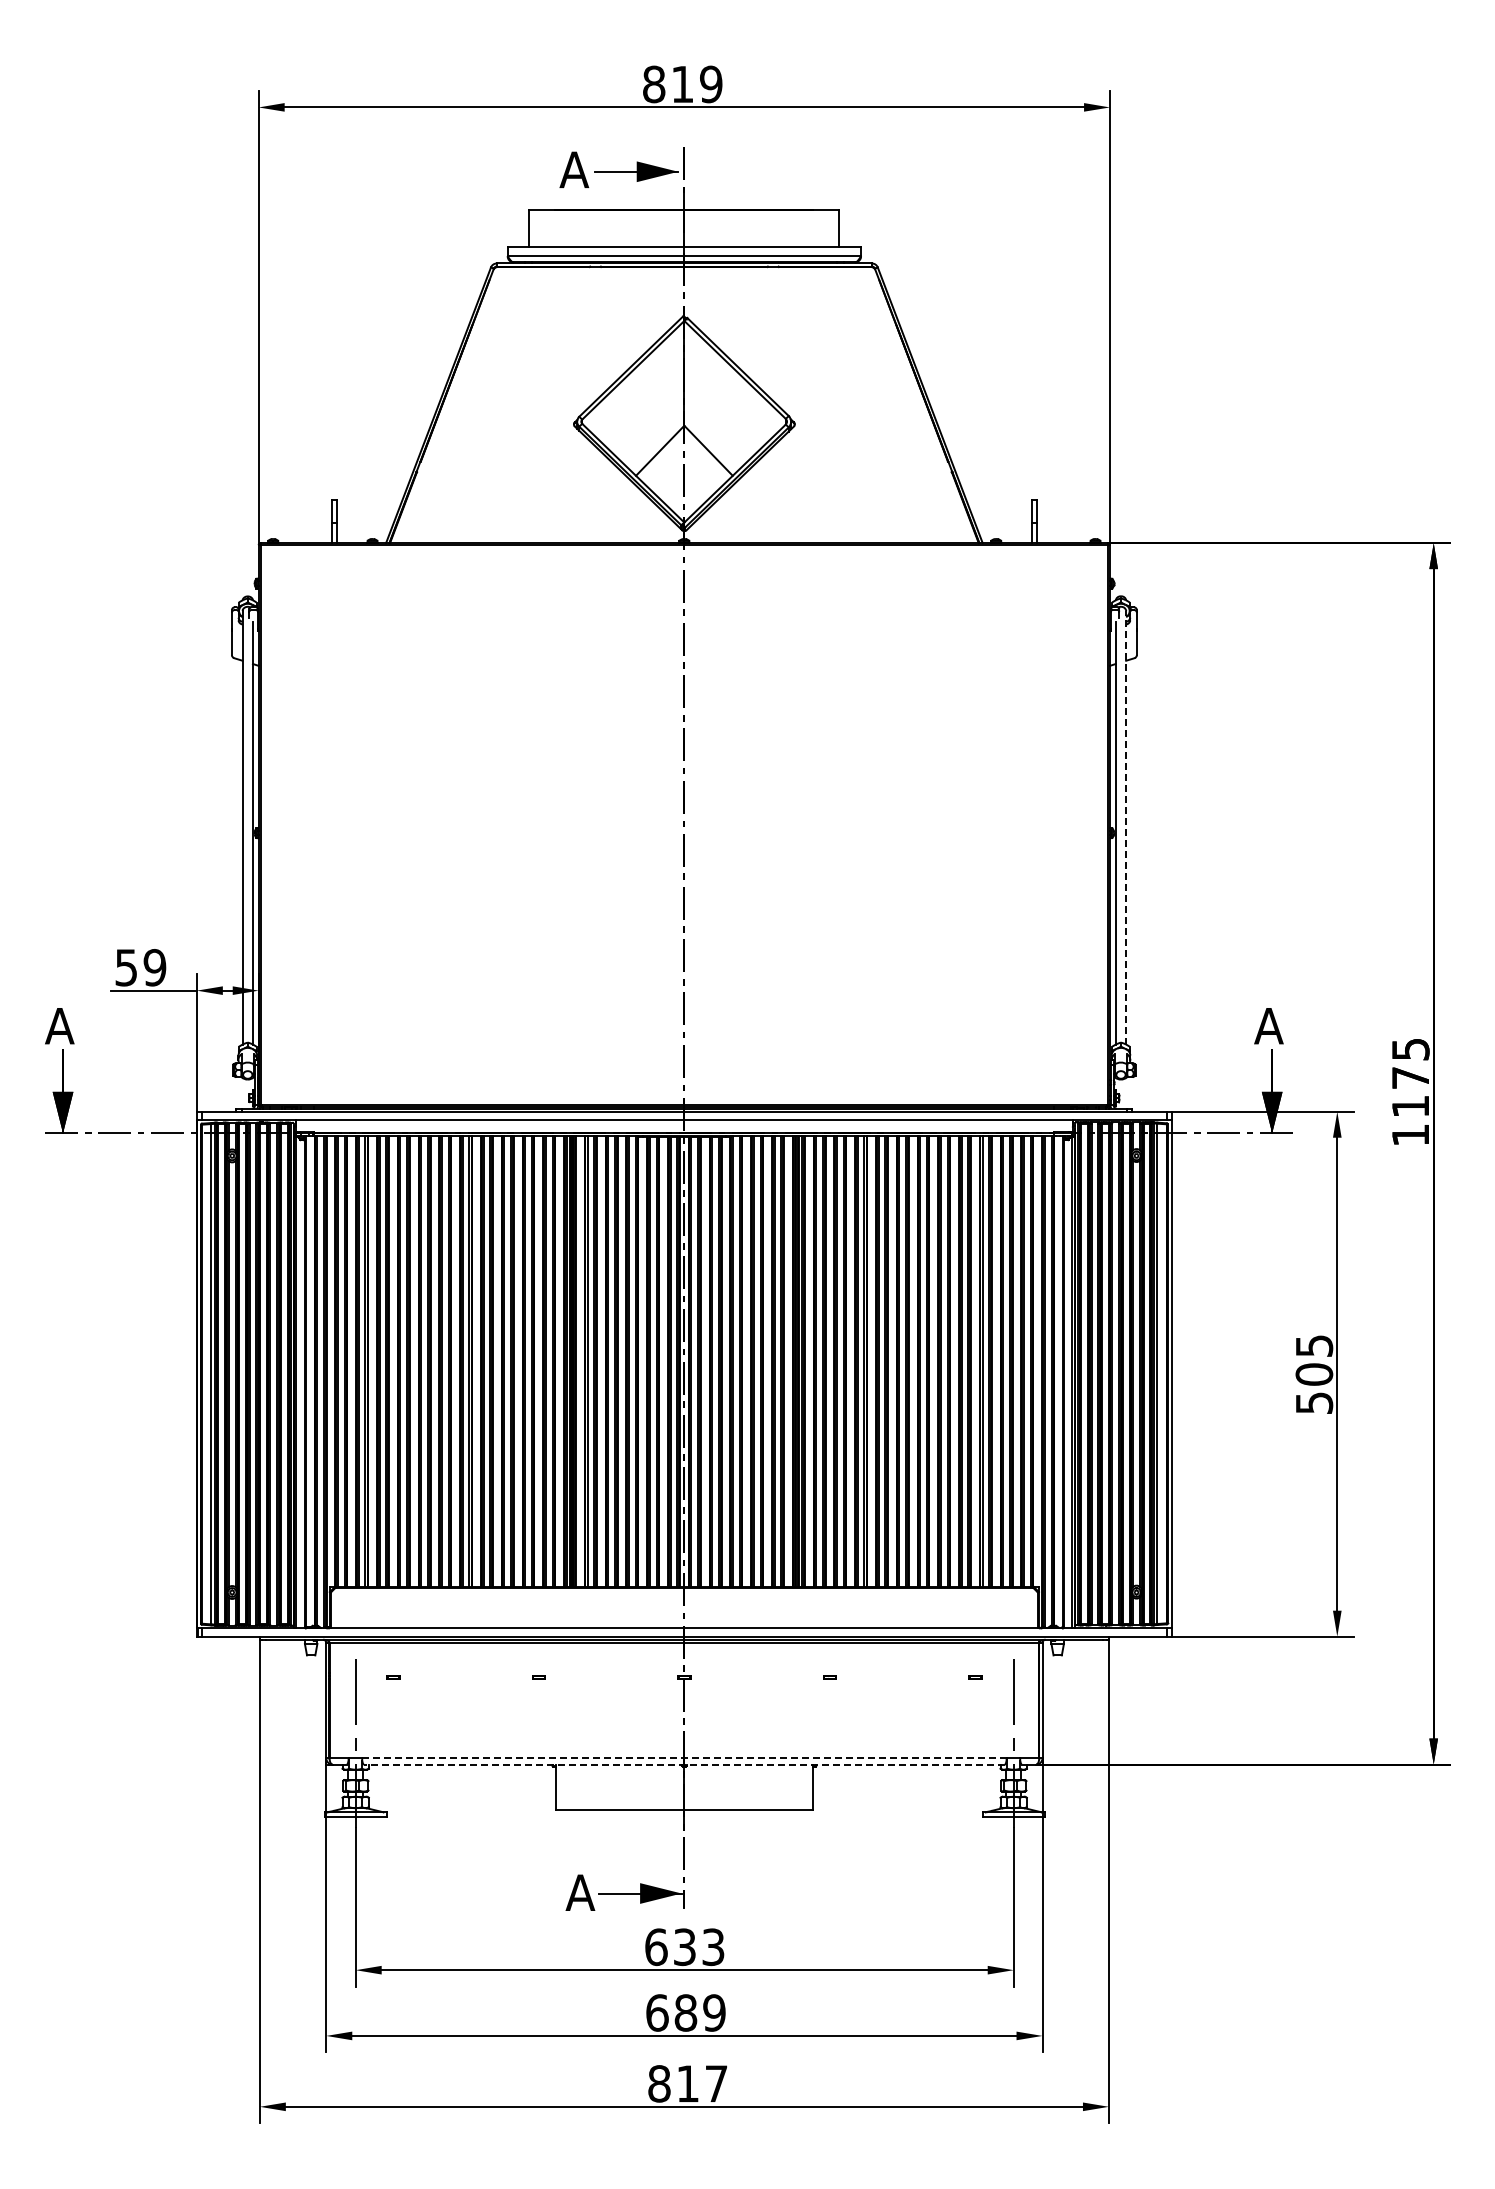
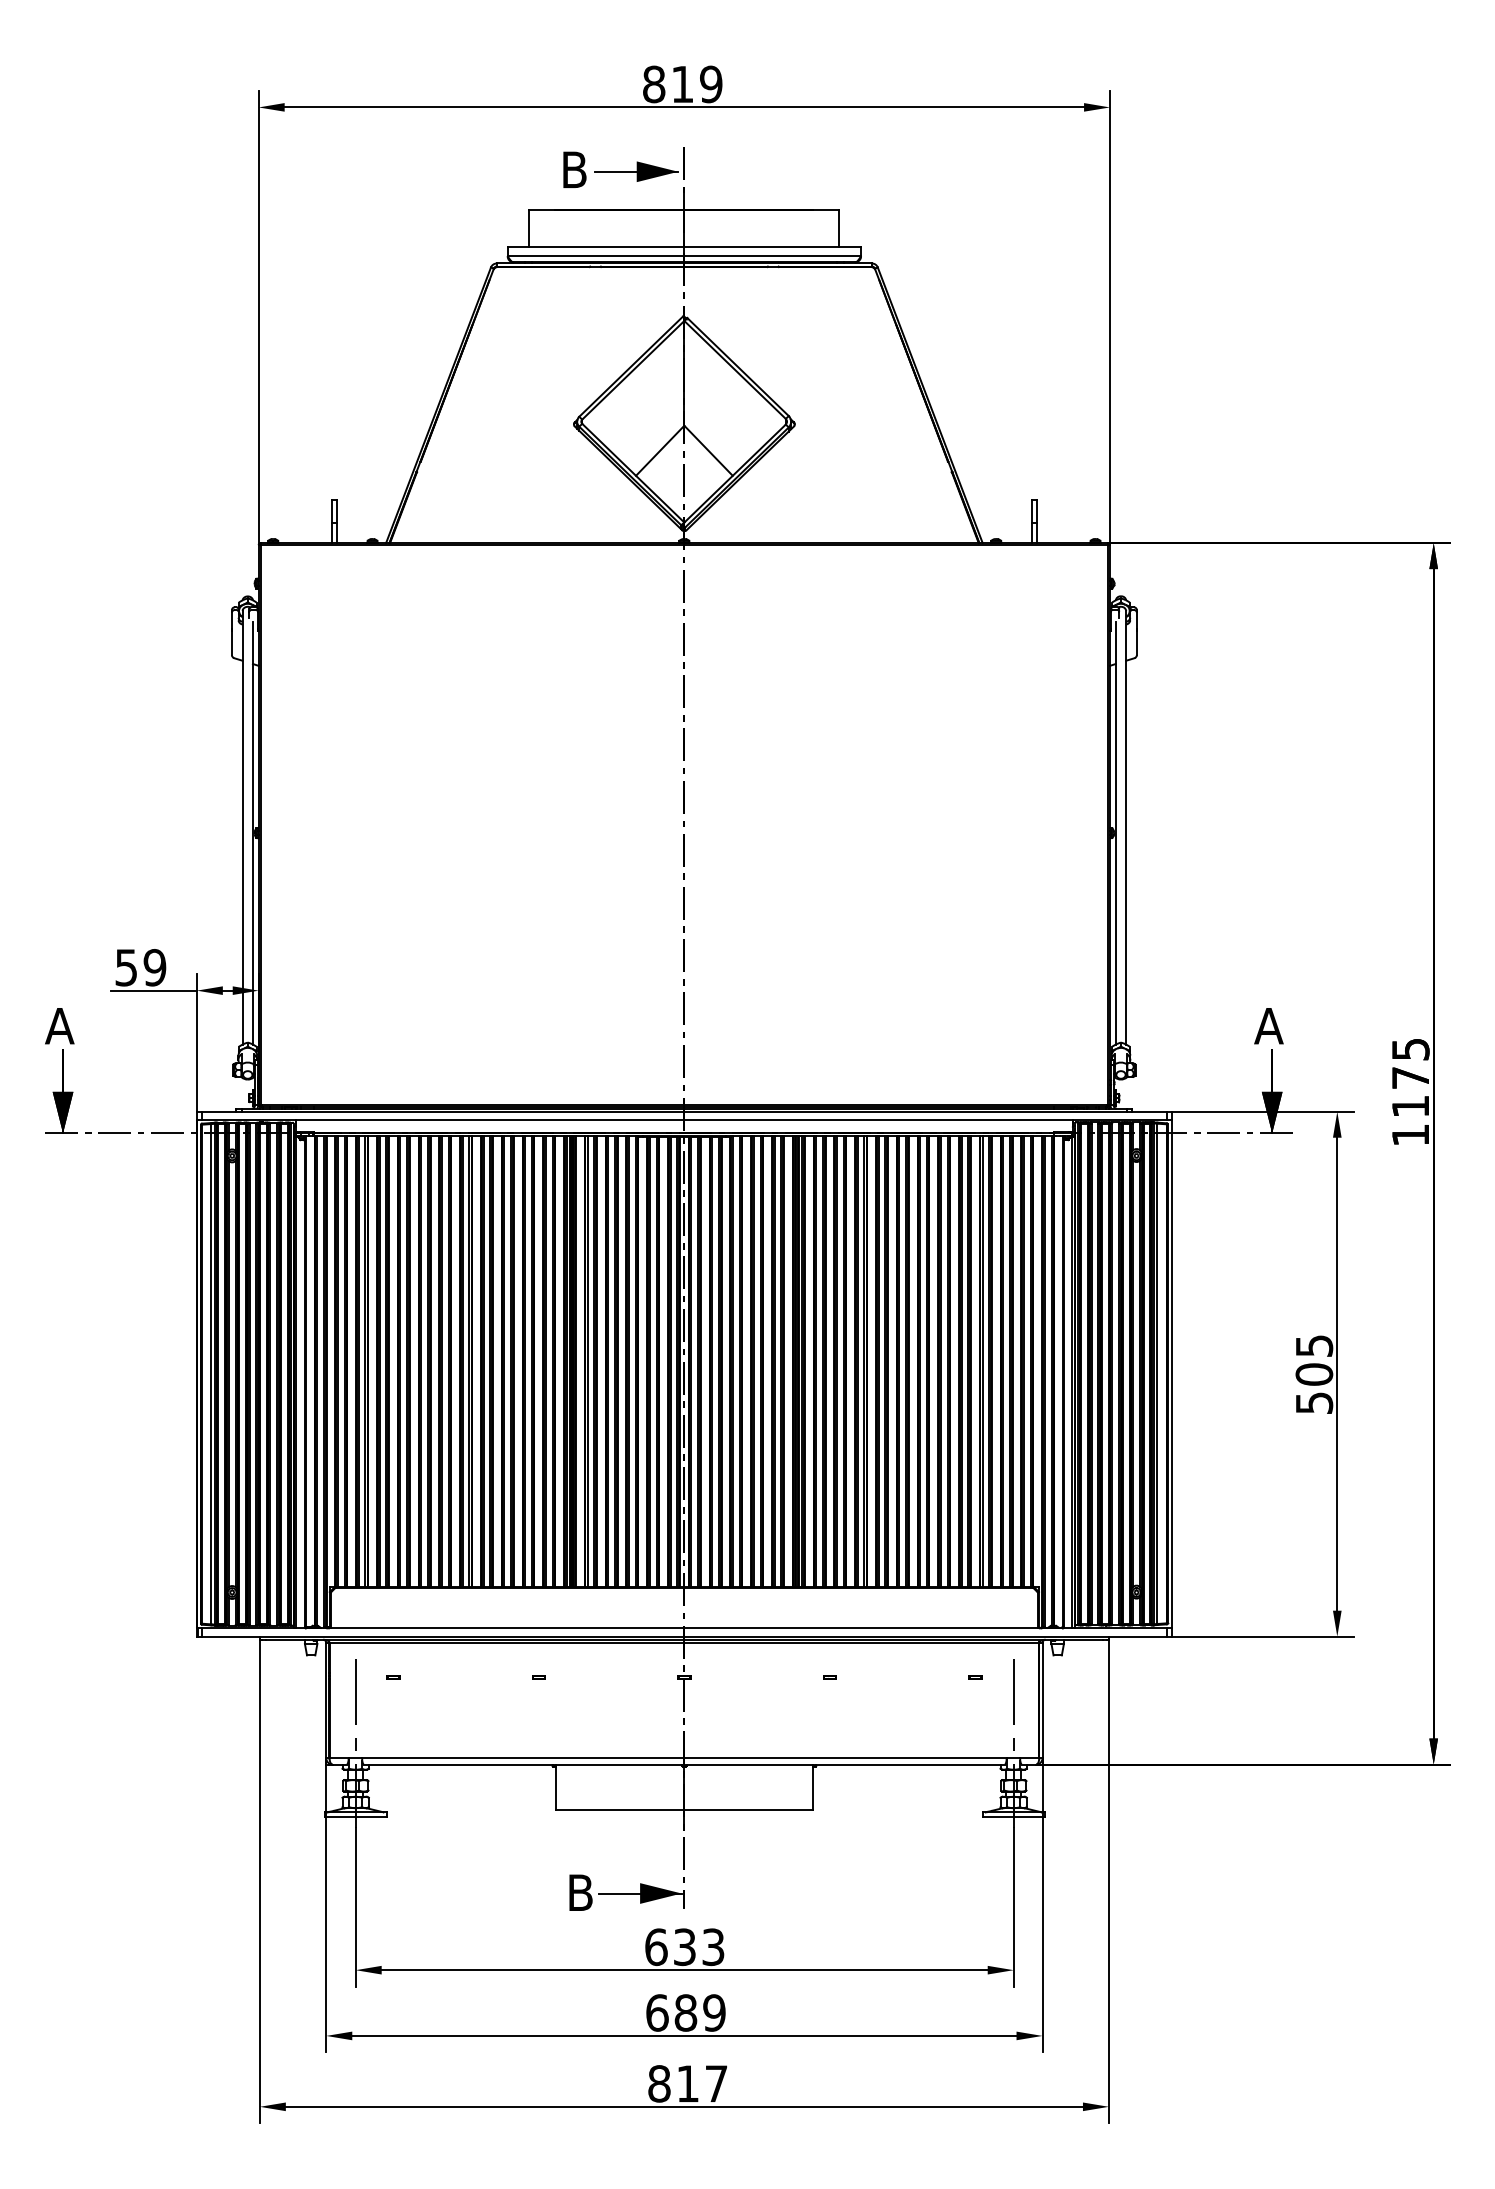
text at (574, 169): A -> B
line at (1126, 827): dashed -> solid
line at (683, 1758): dashed -> solid
line at (683, 1764): dashed -> solid
text at (580, 1892): A -> B
